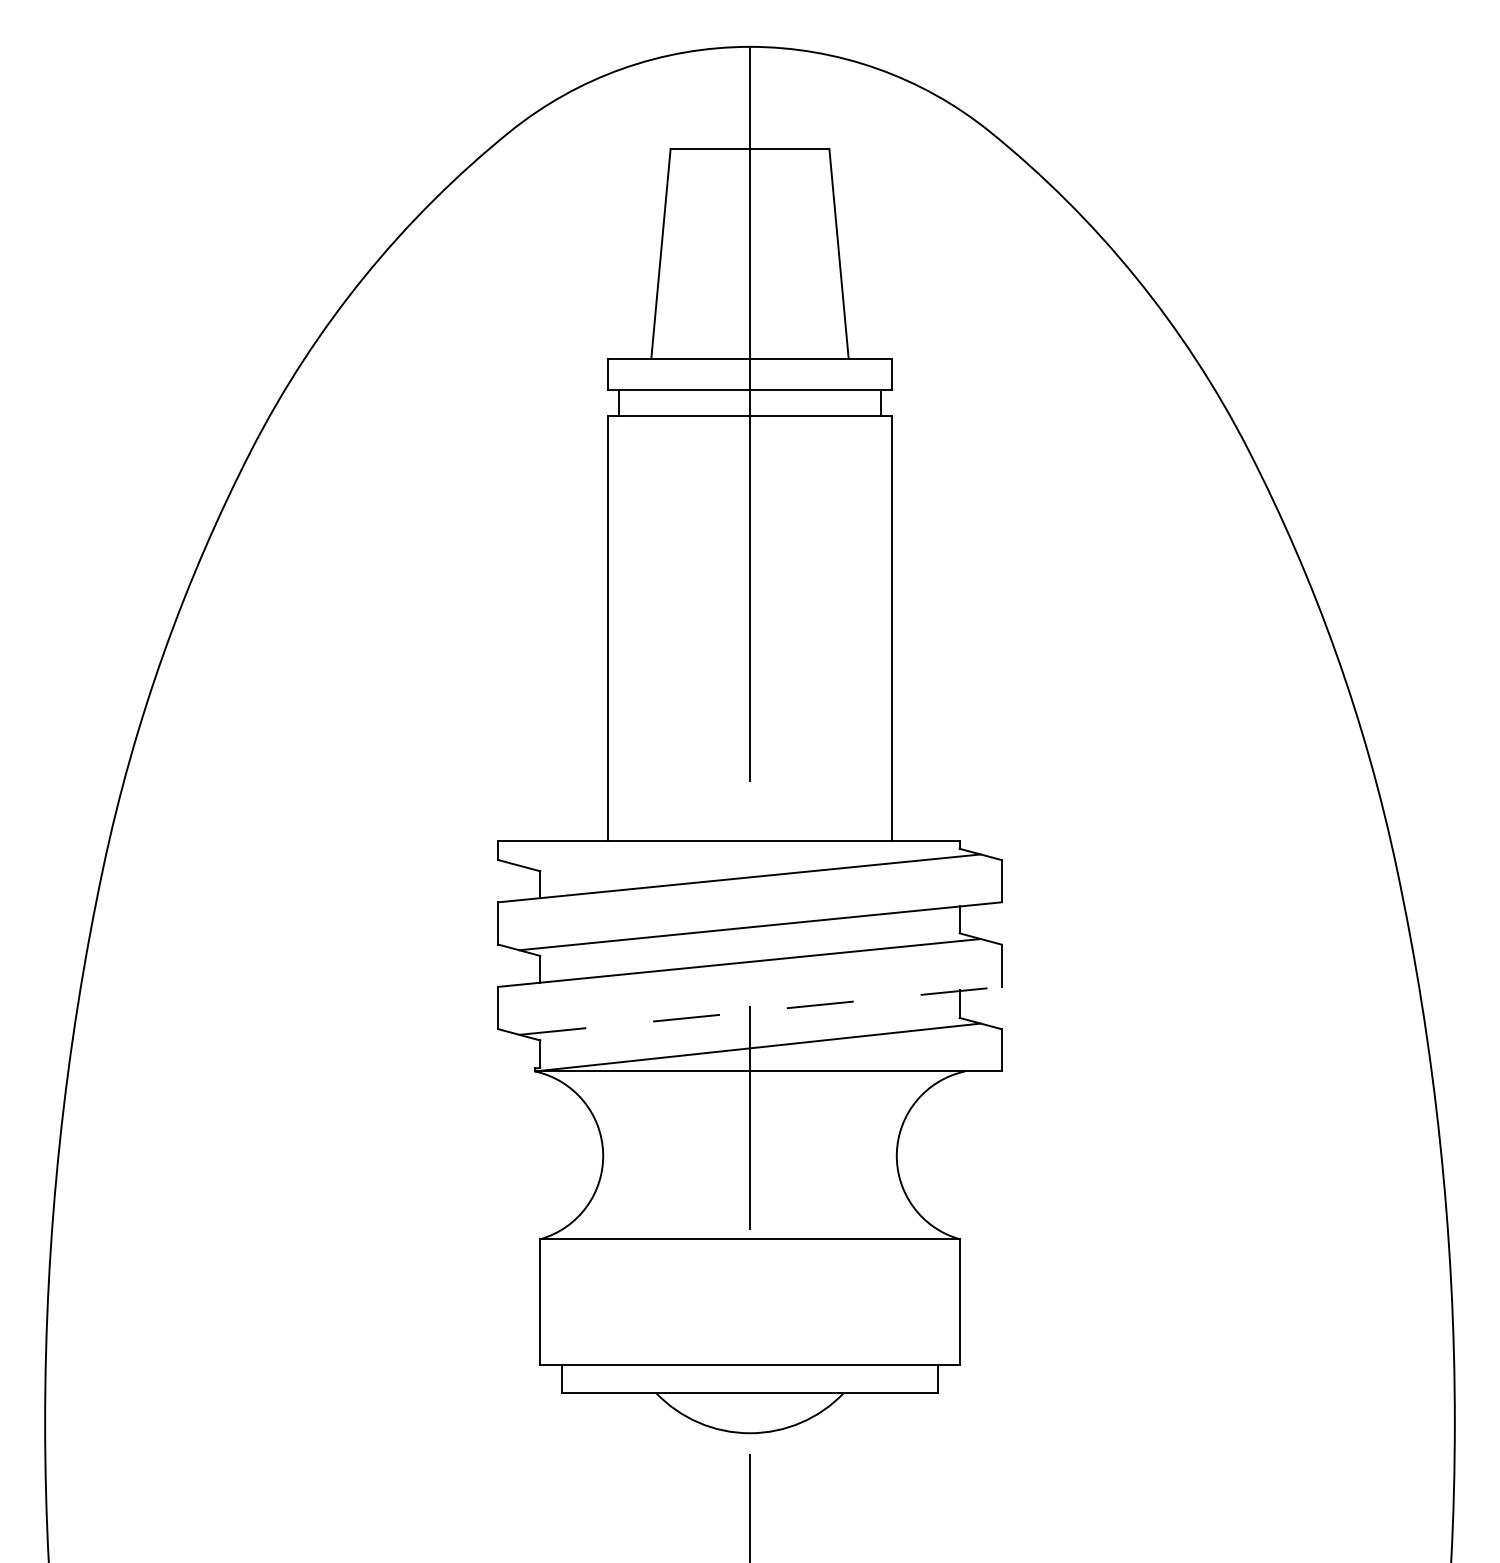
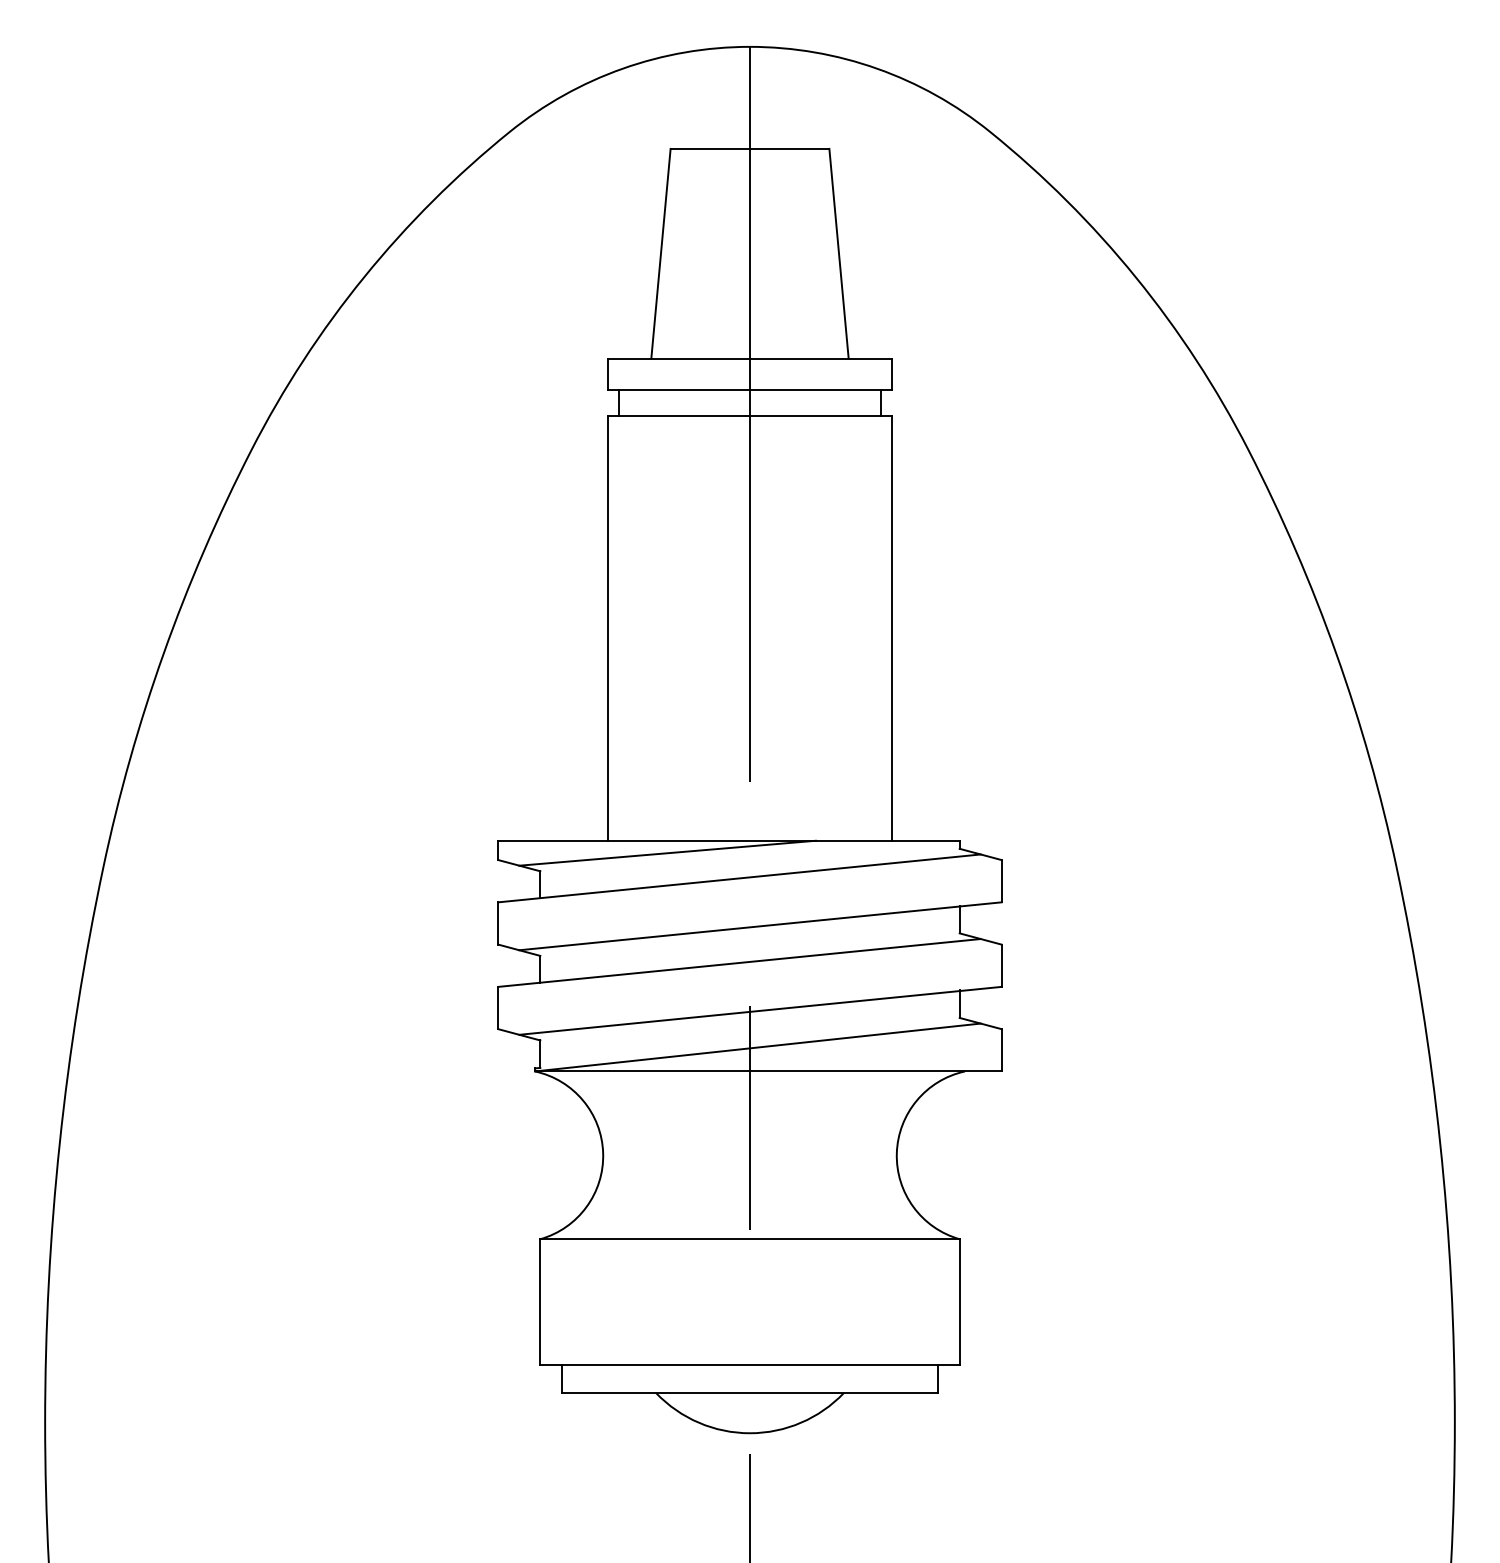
line at (667, 852): none -> present
line at (760, 1010): dashed -> solid
